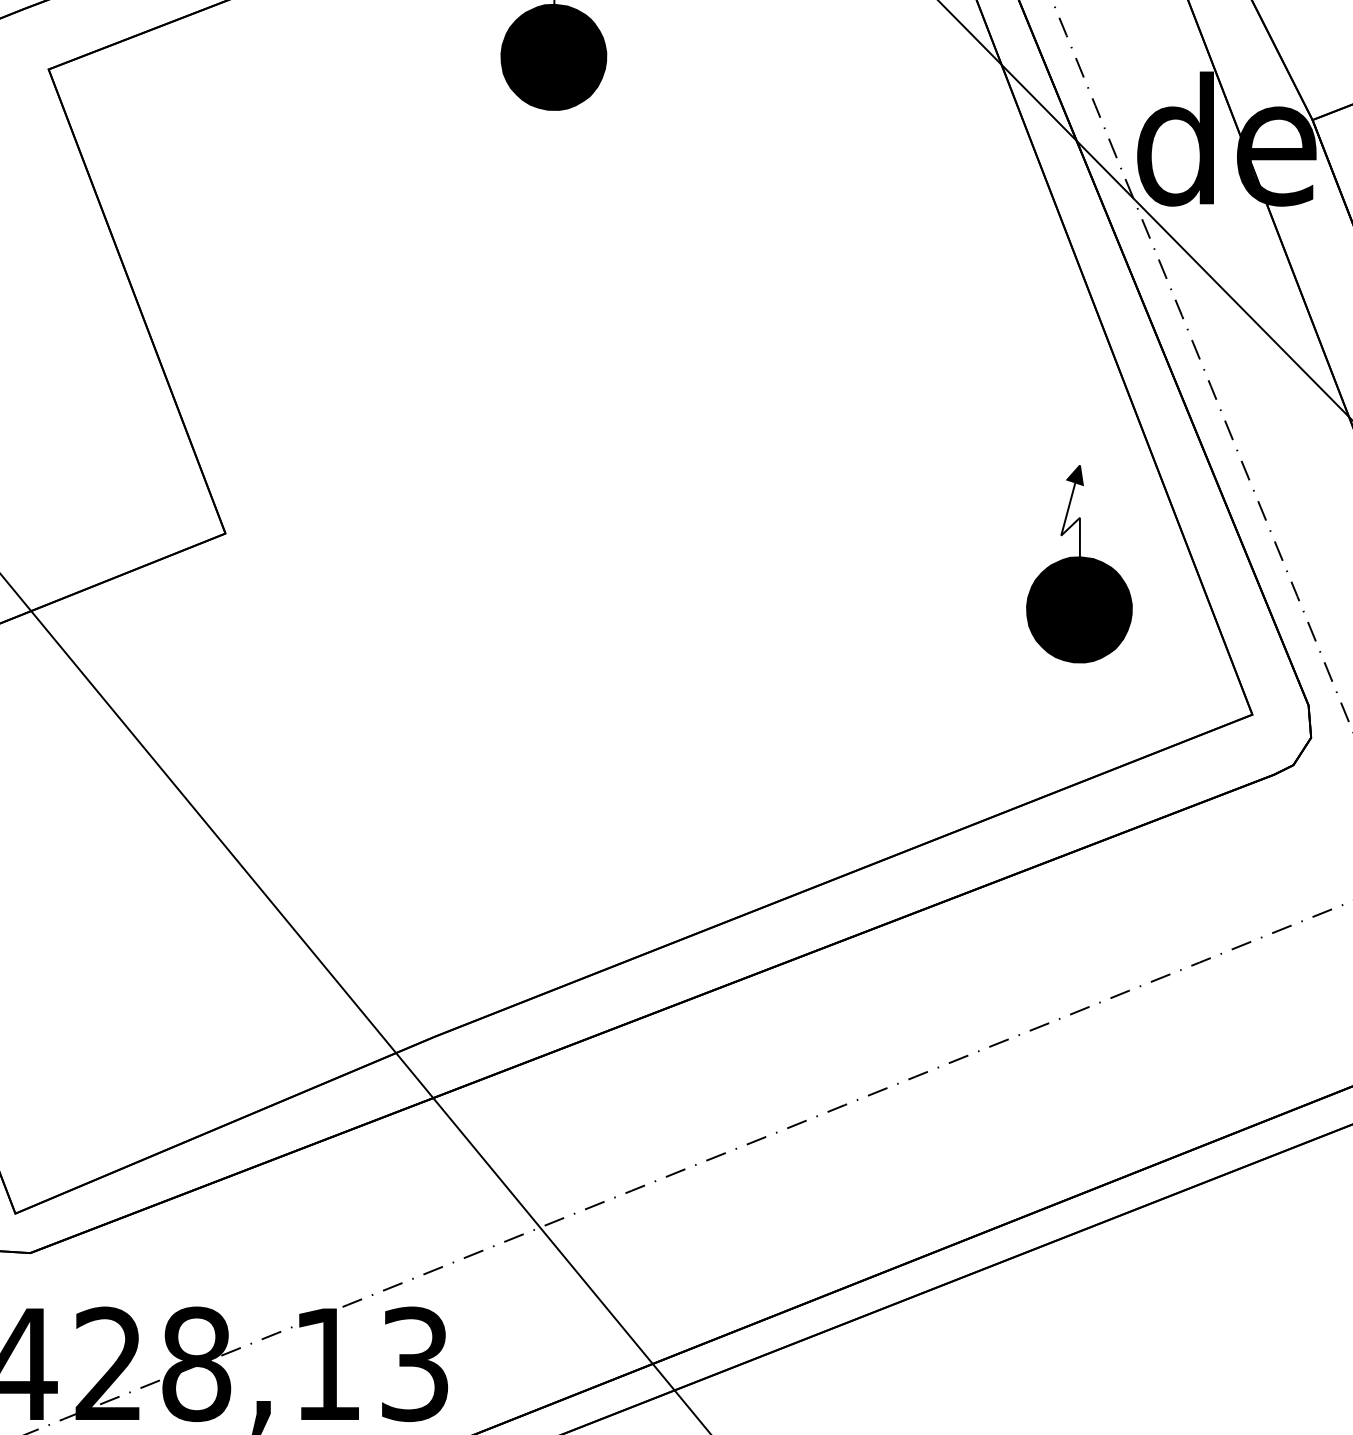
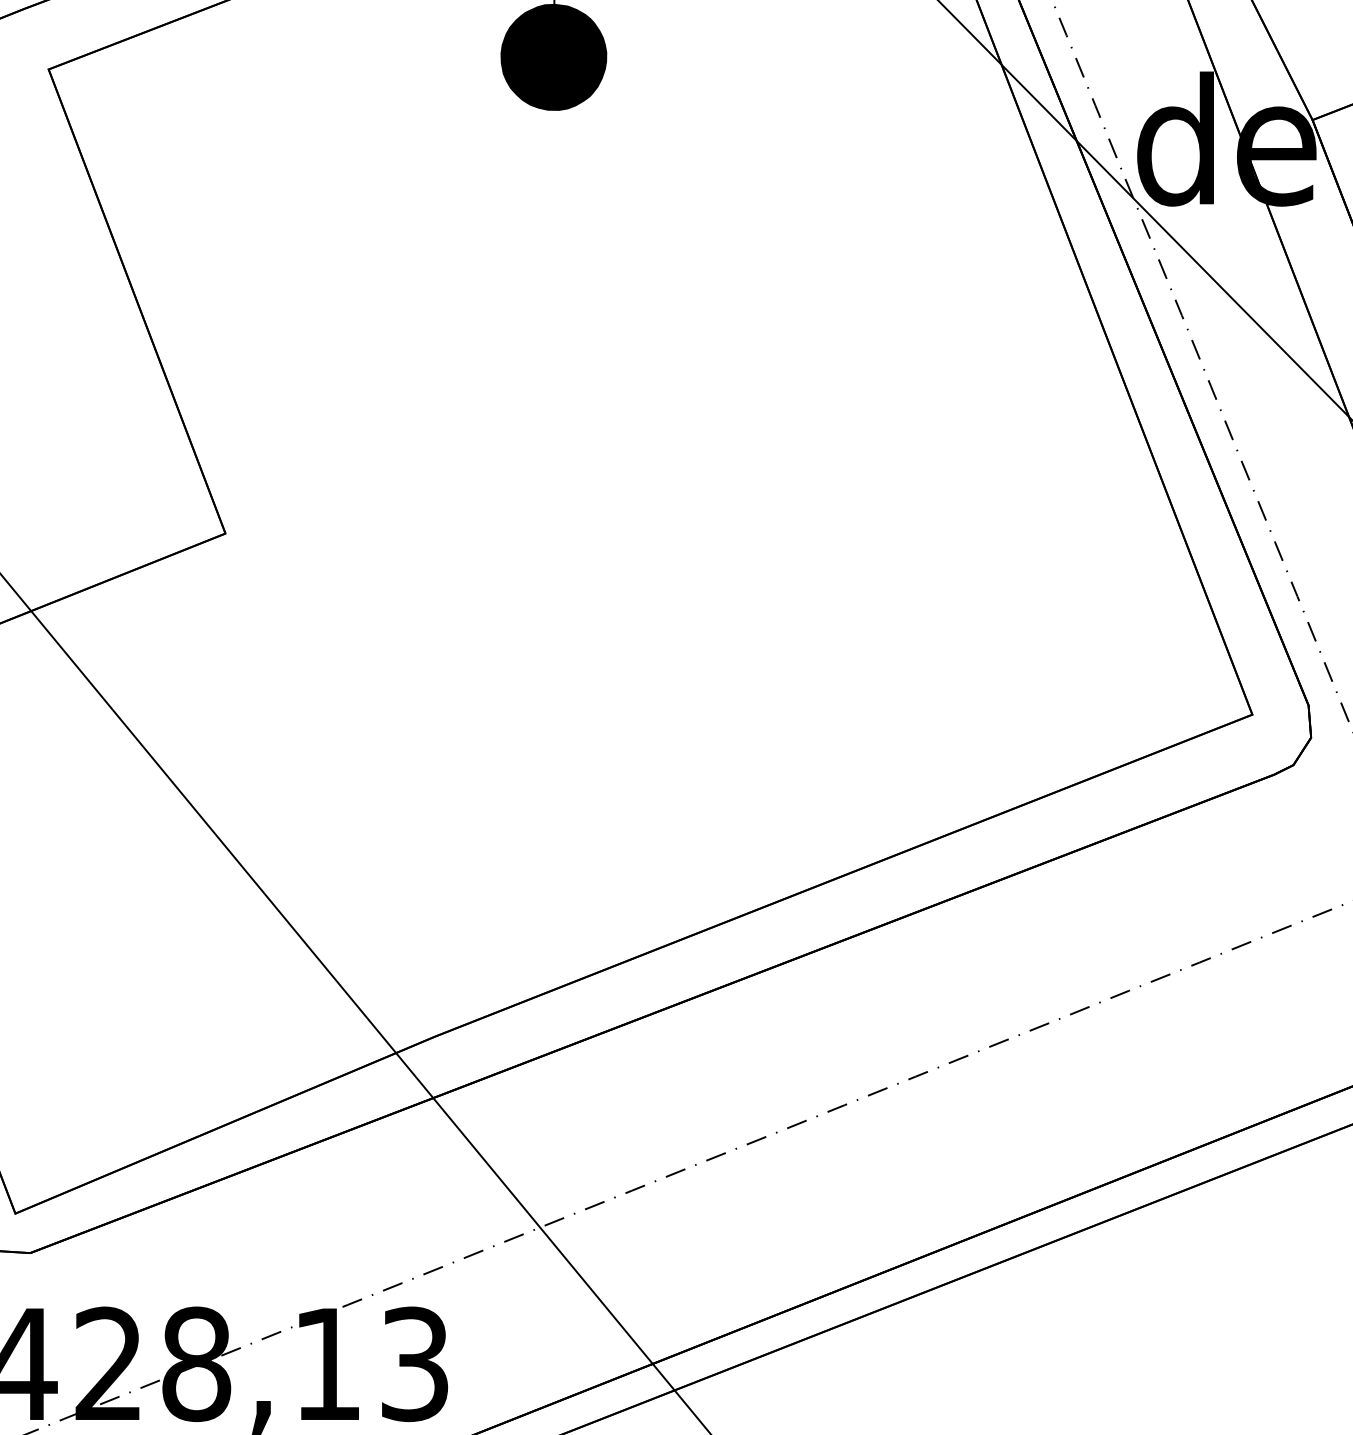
part at (1079, 564): present -> none
